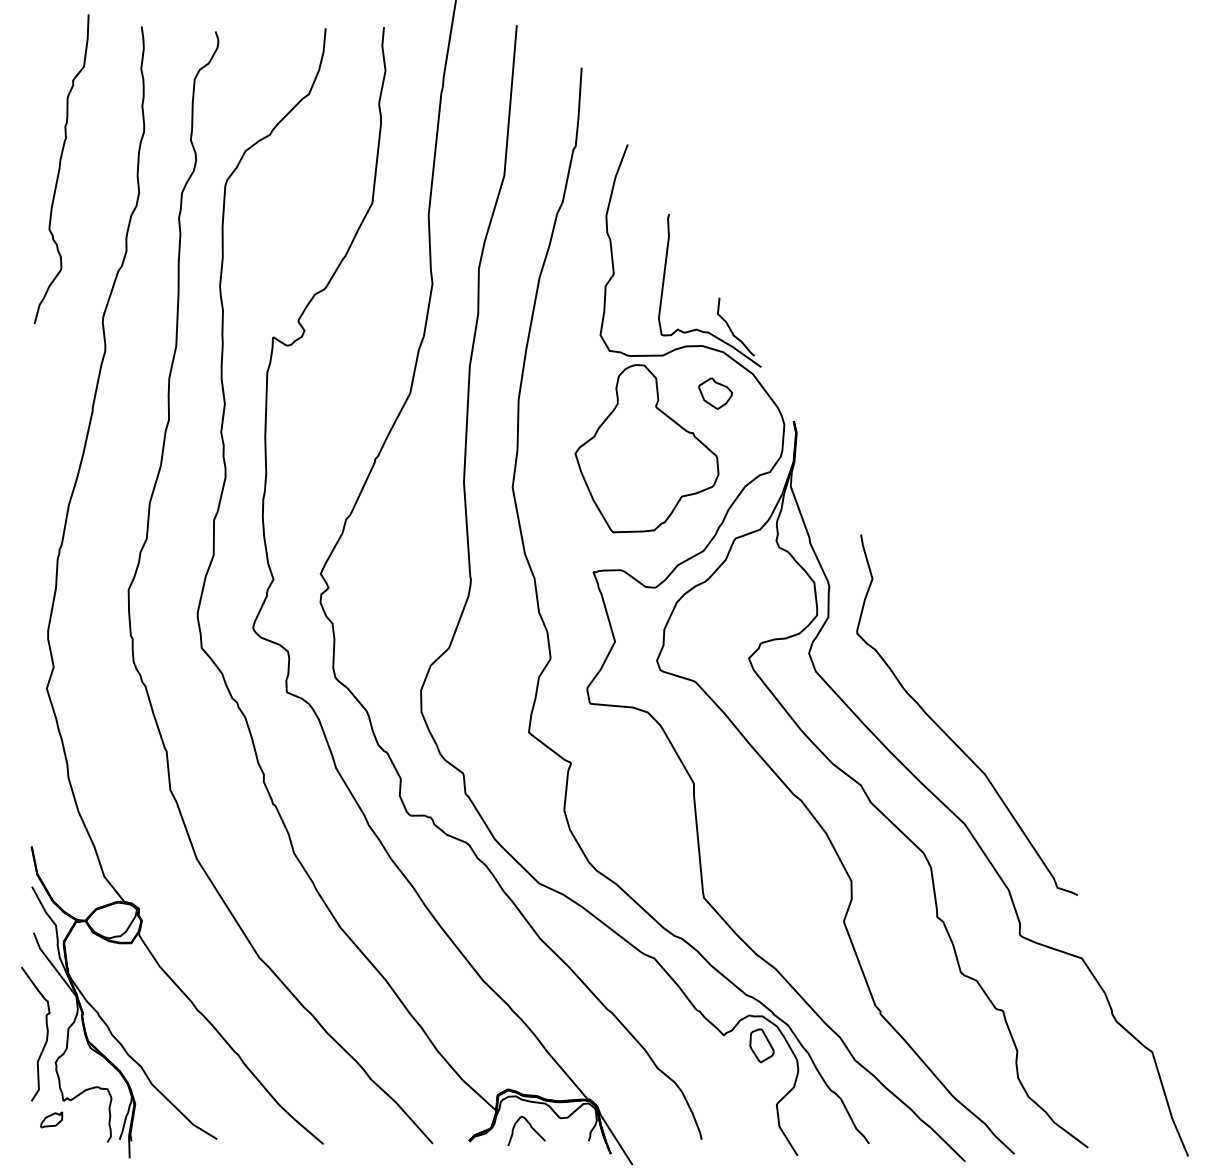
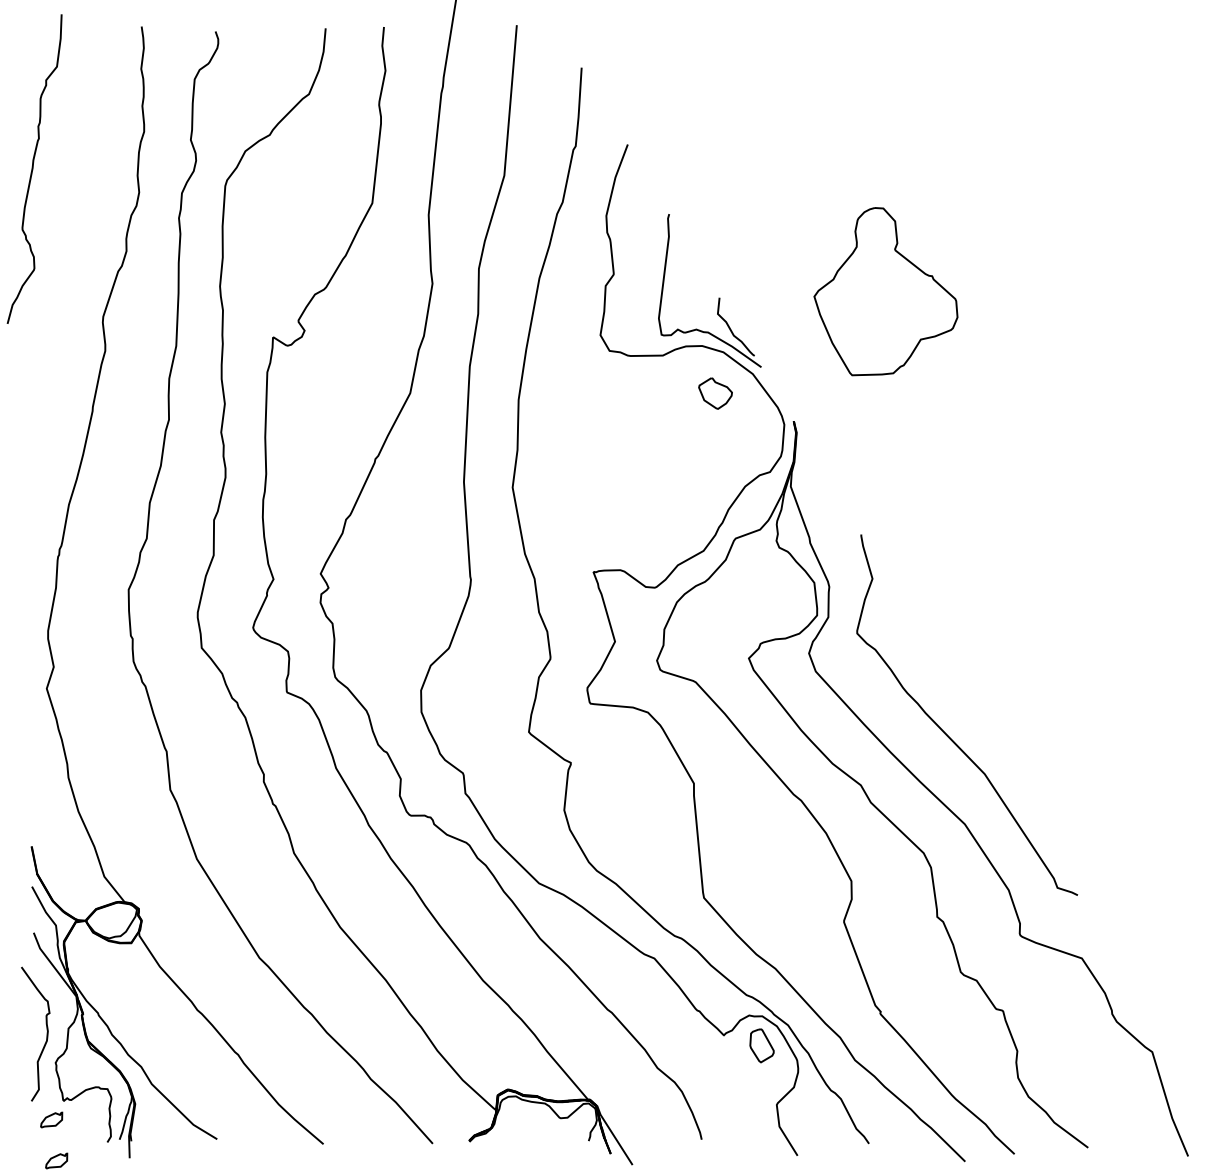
curve at (60, 168) position: (60, 168) -> (33, 168)
part at (646, 448) position: (646, 448) -> (885, 291)
curve at (530, 1127): present -> none
part at (56, 1160): none -> present
